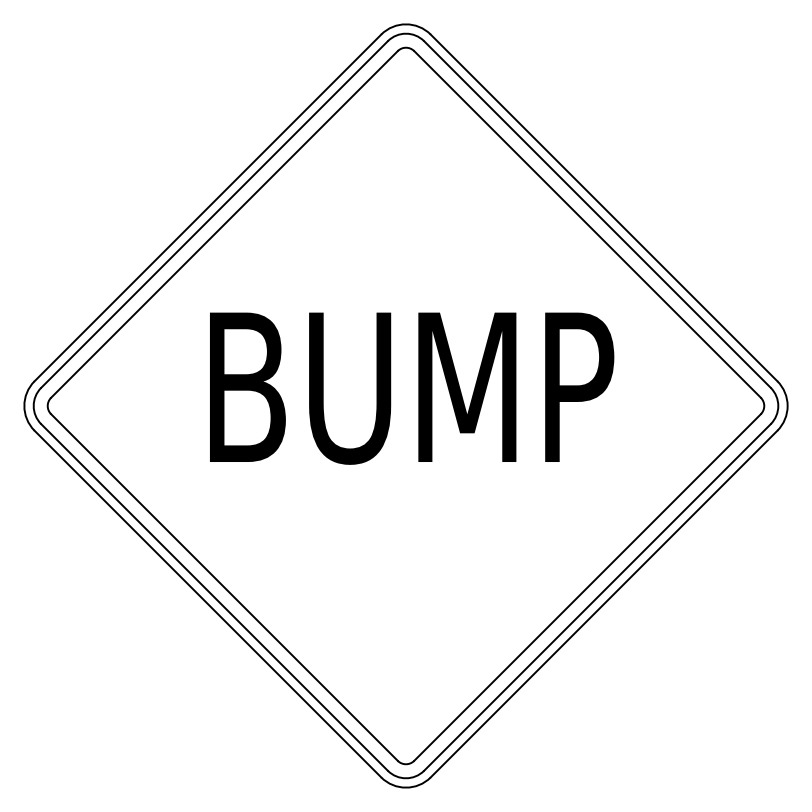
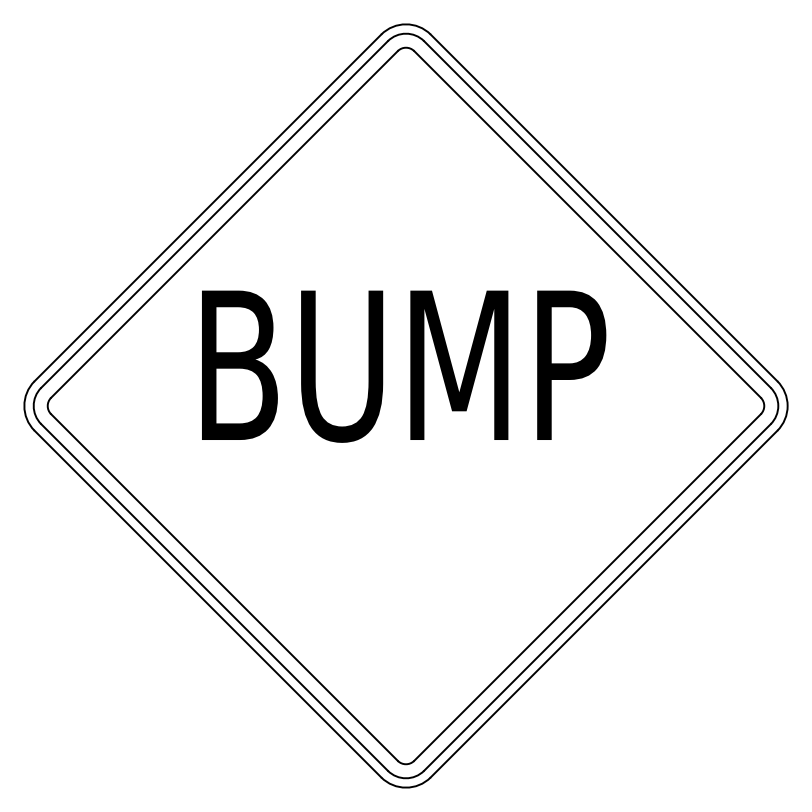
text at (412, 388) position: (412, 388) -> (404, 366)
